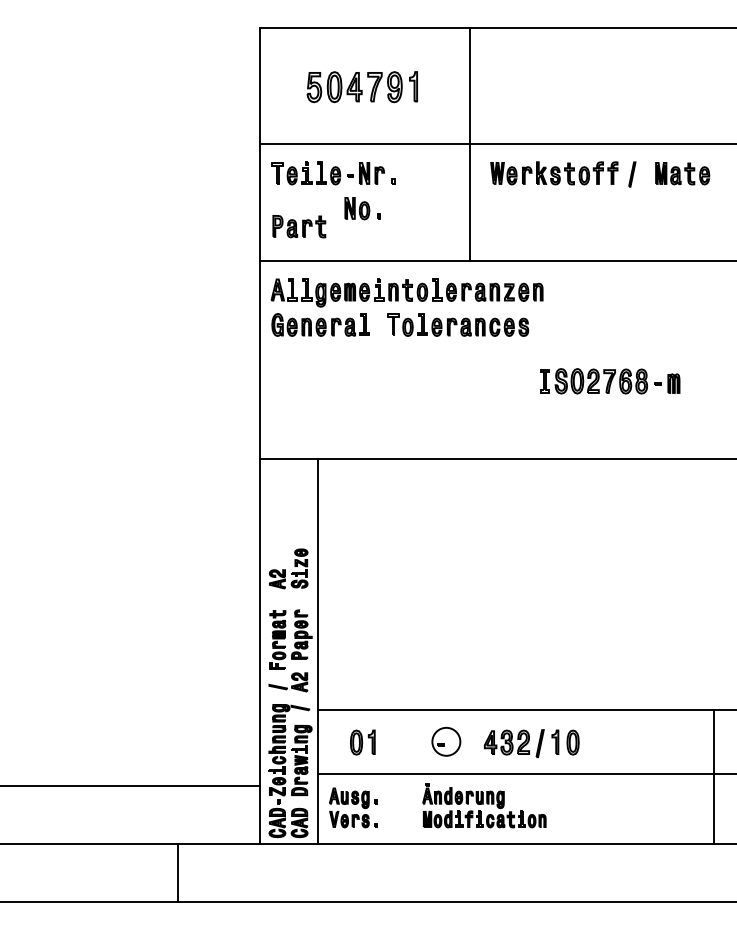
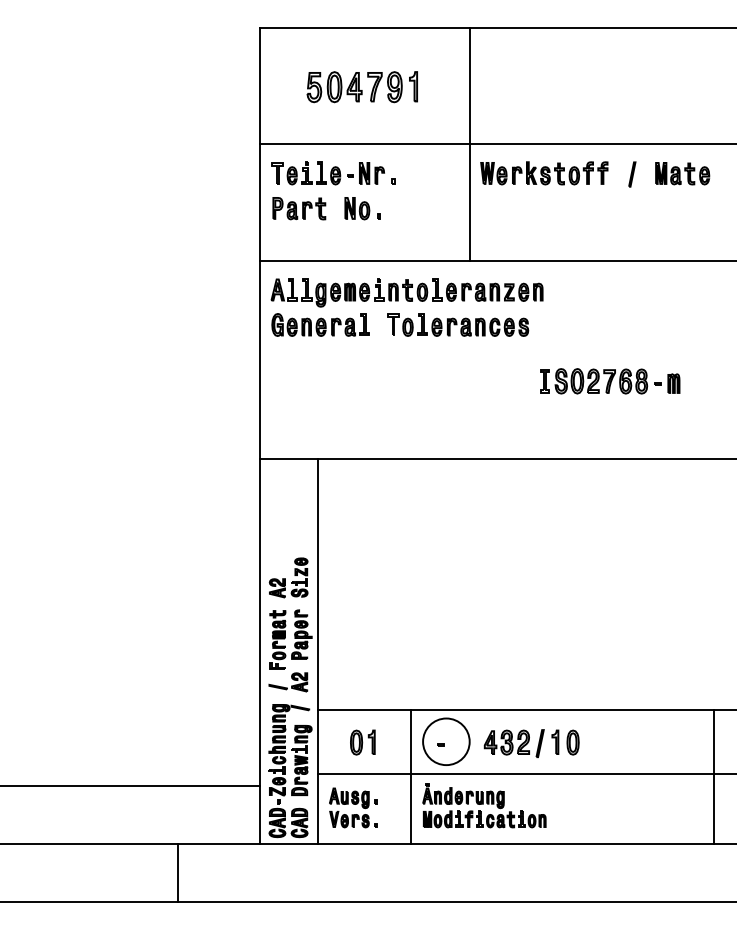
part at (554, 173) position: (554, 173) -> (544, 173)
part at (299, 226) position: (299, 226) -> (299, 208)
part at (288, 568) position: (288, 568) -> (288, 577)
circle at (446, 741) diameter: 28 px -> 47 px
line at (411, 776): none -> present
